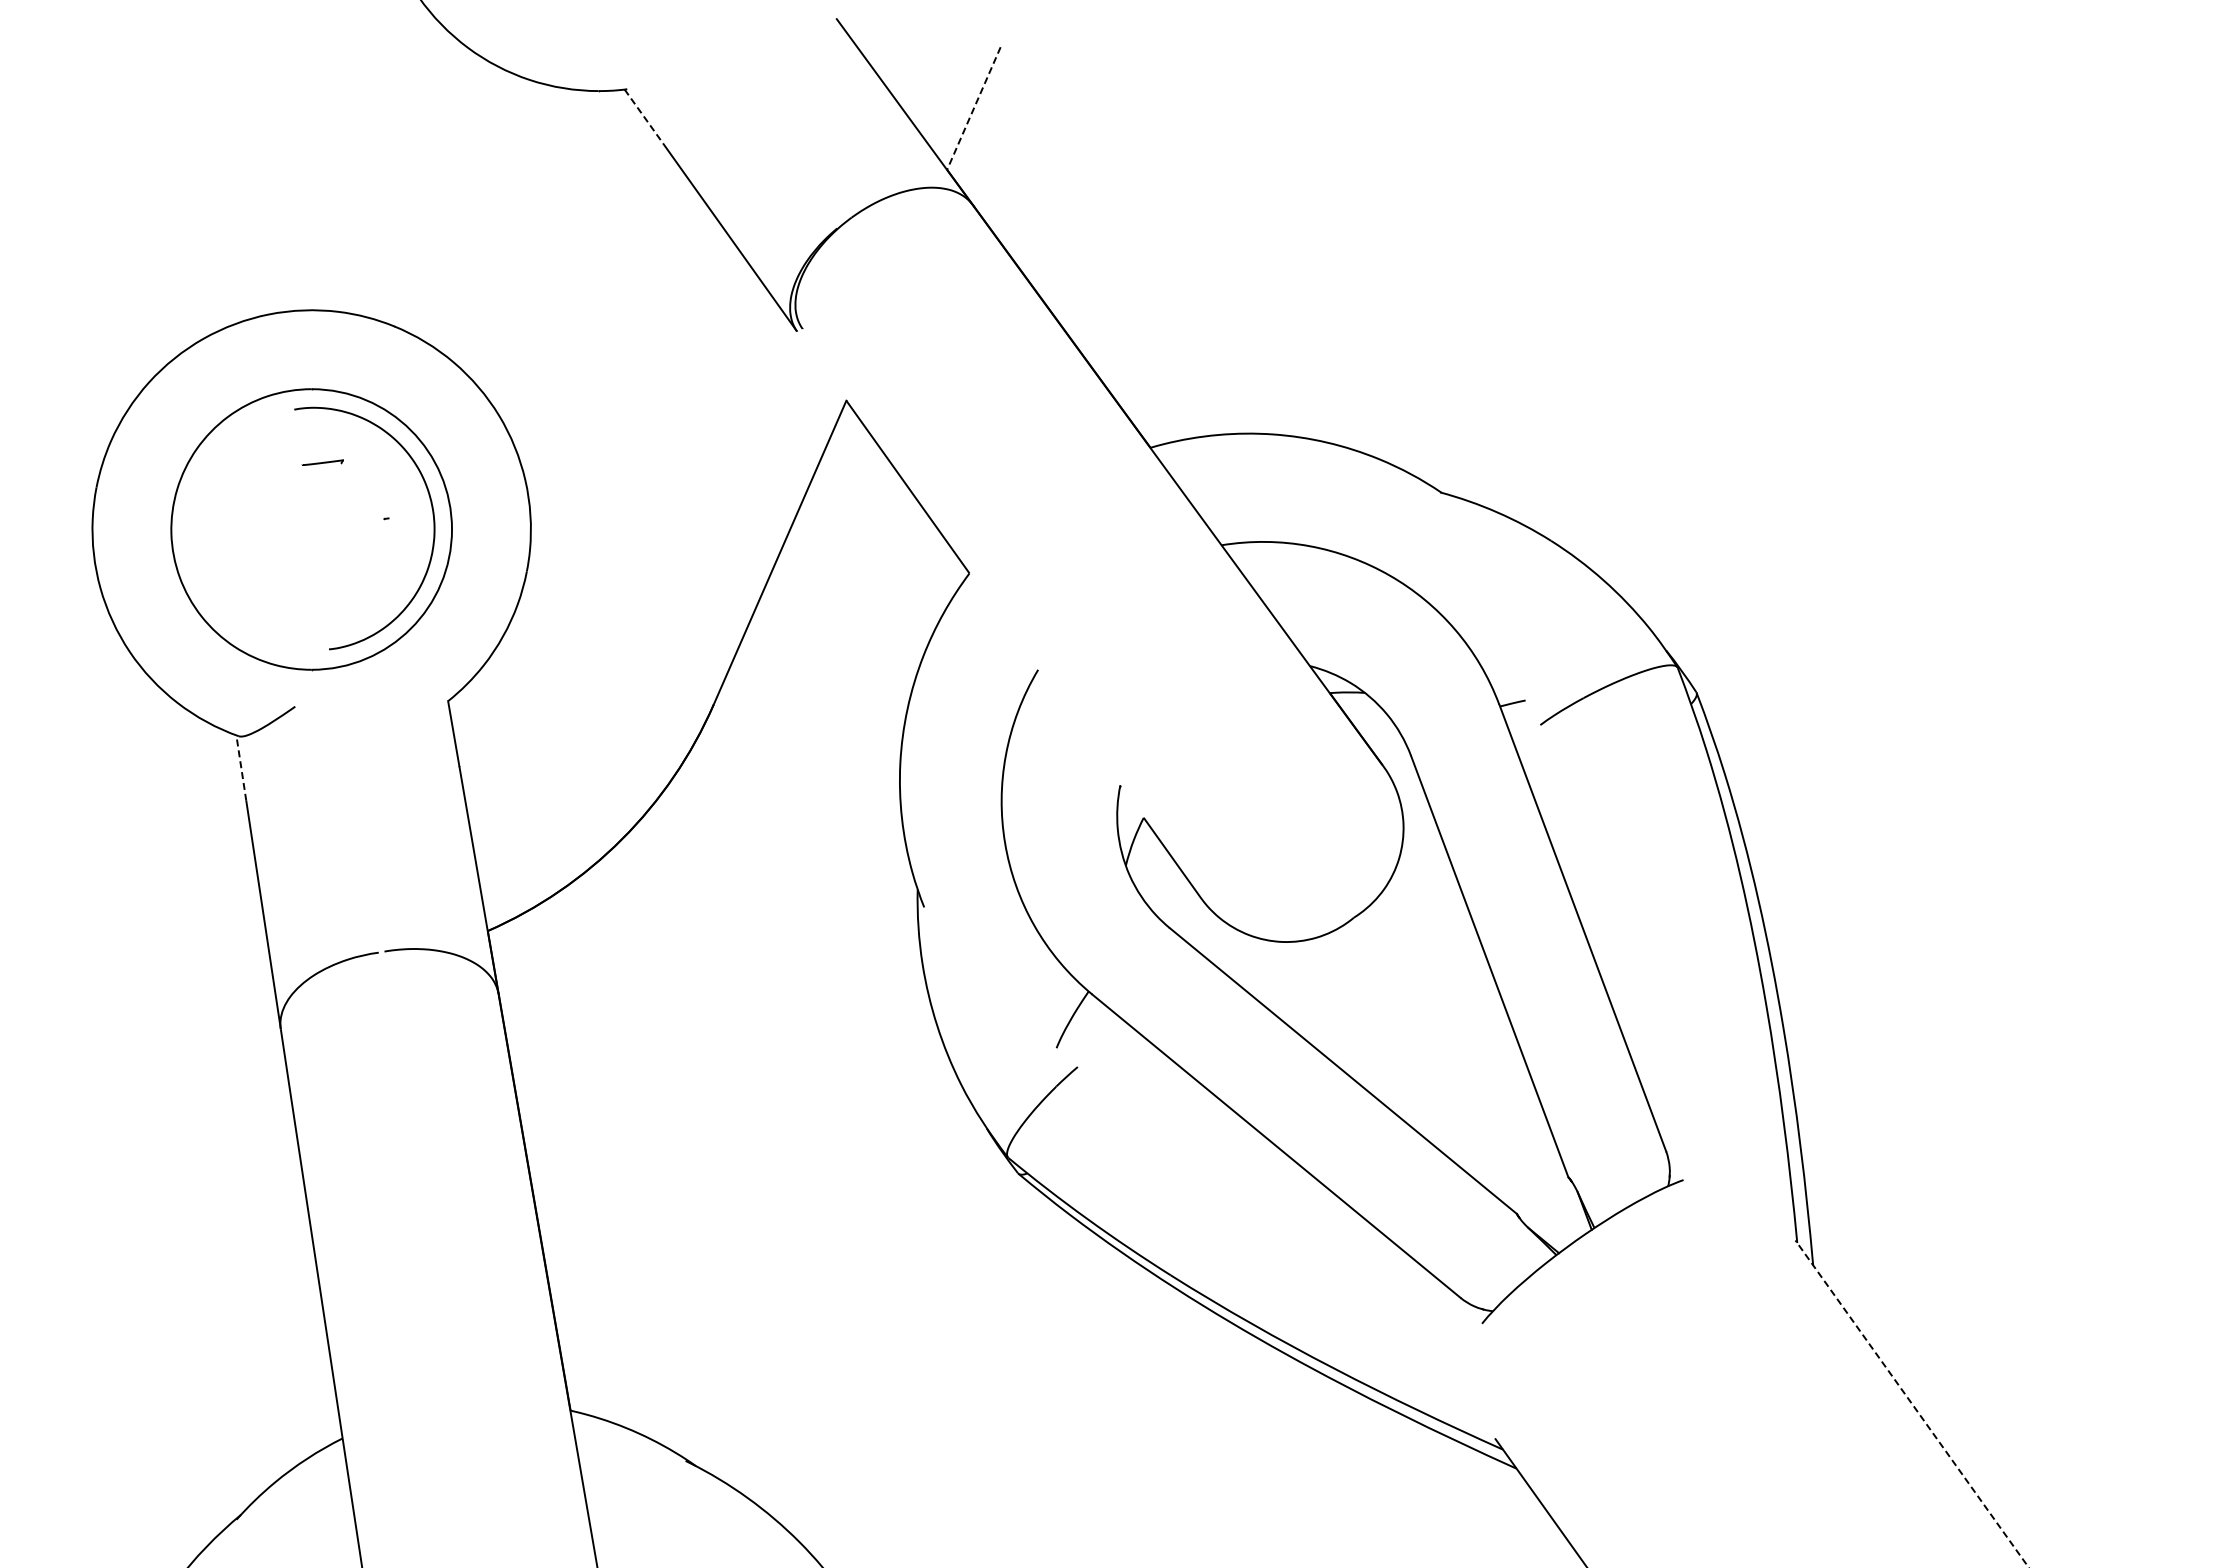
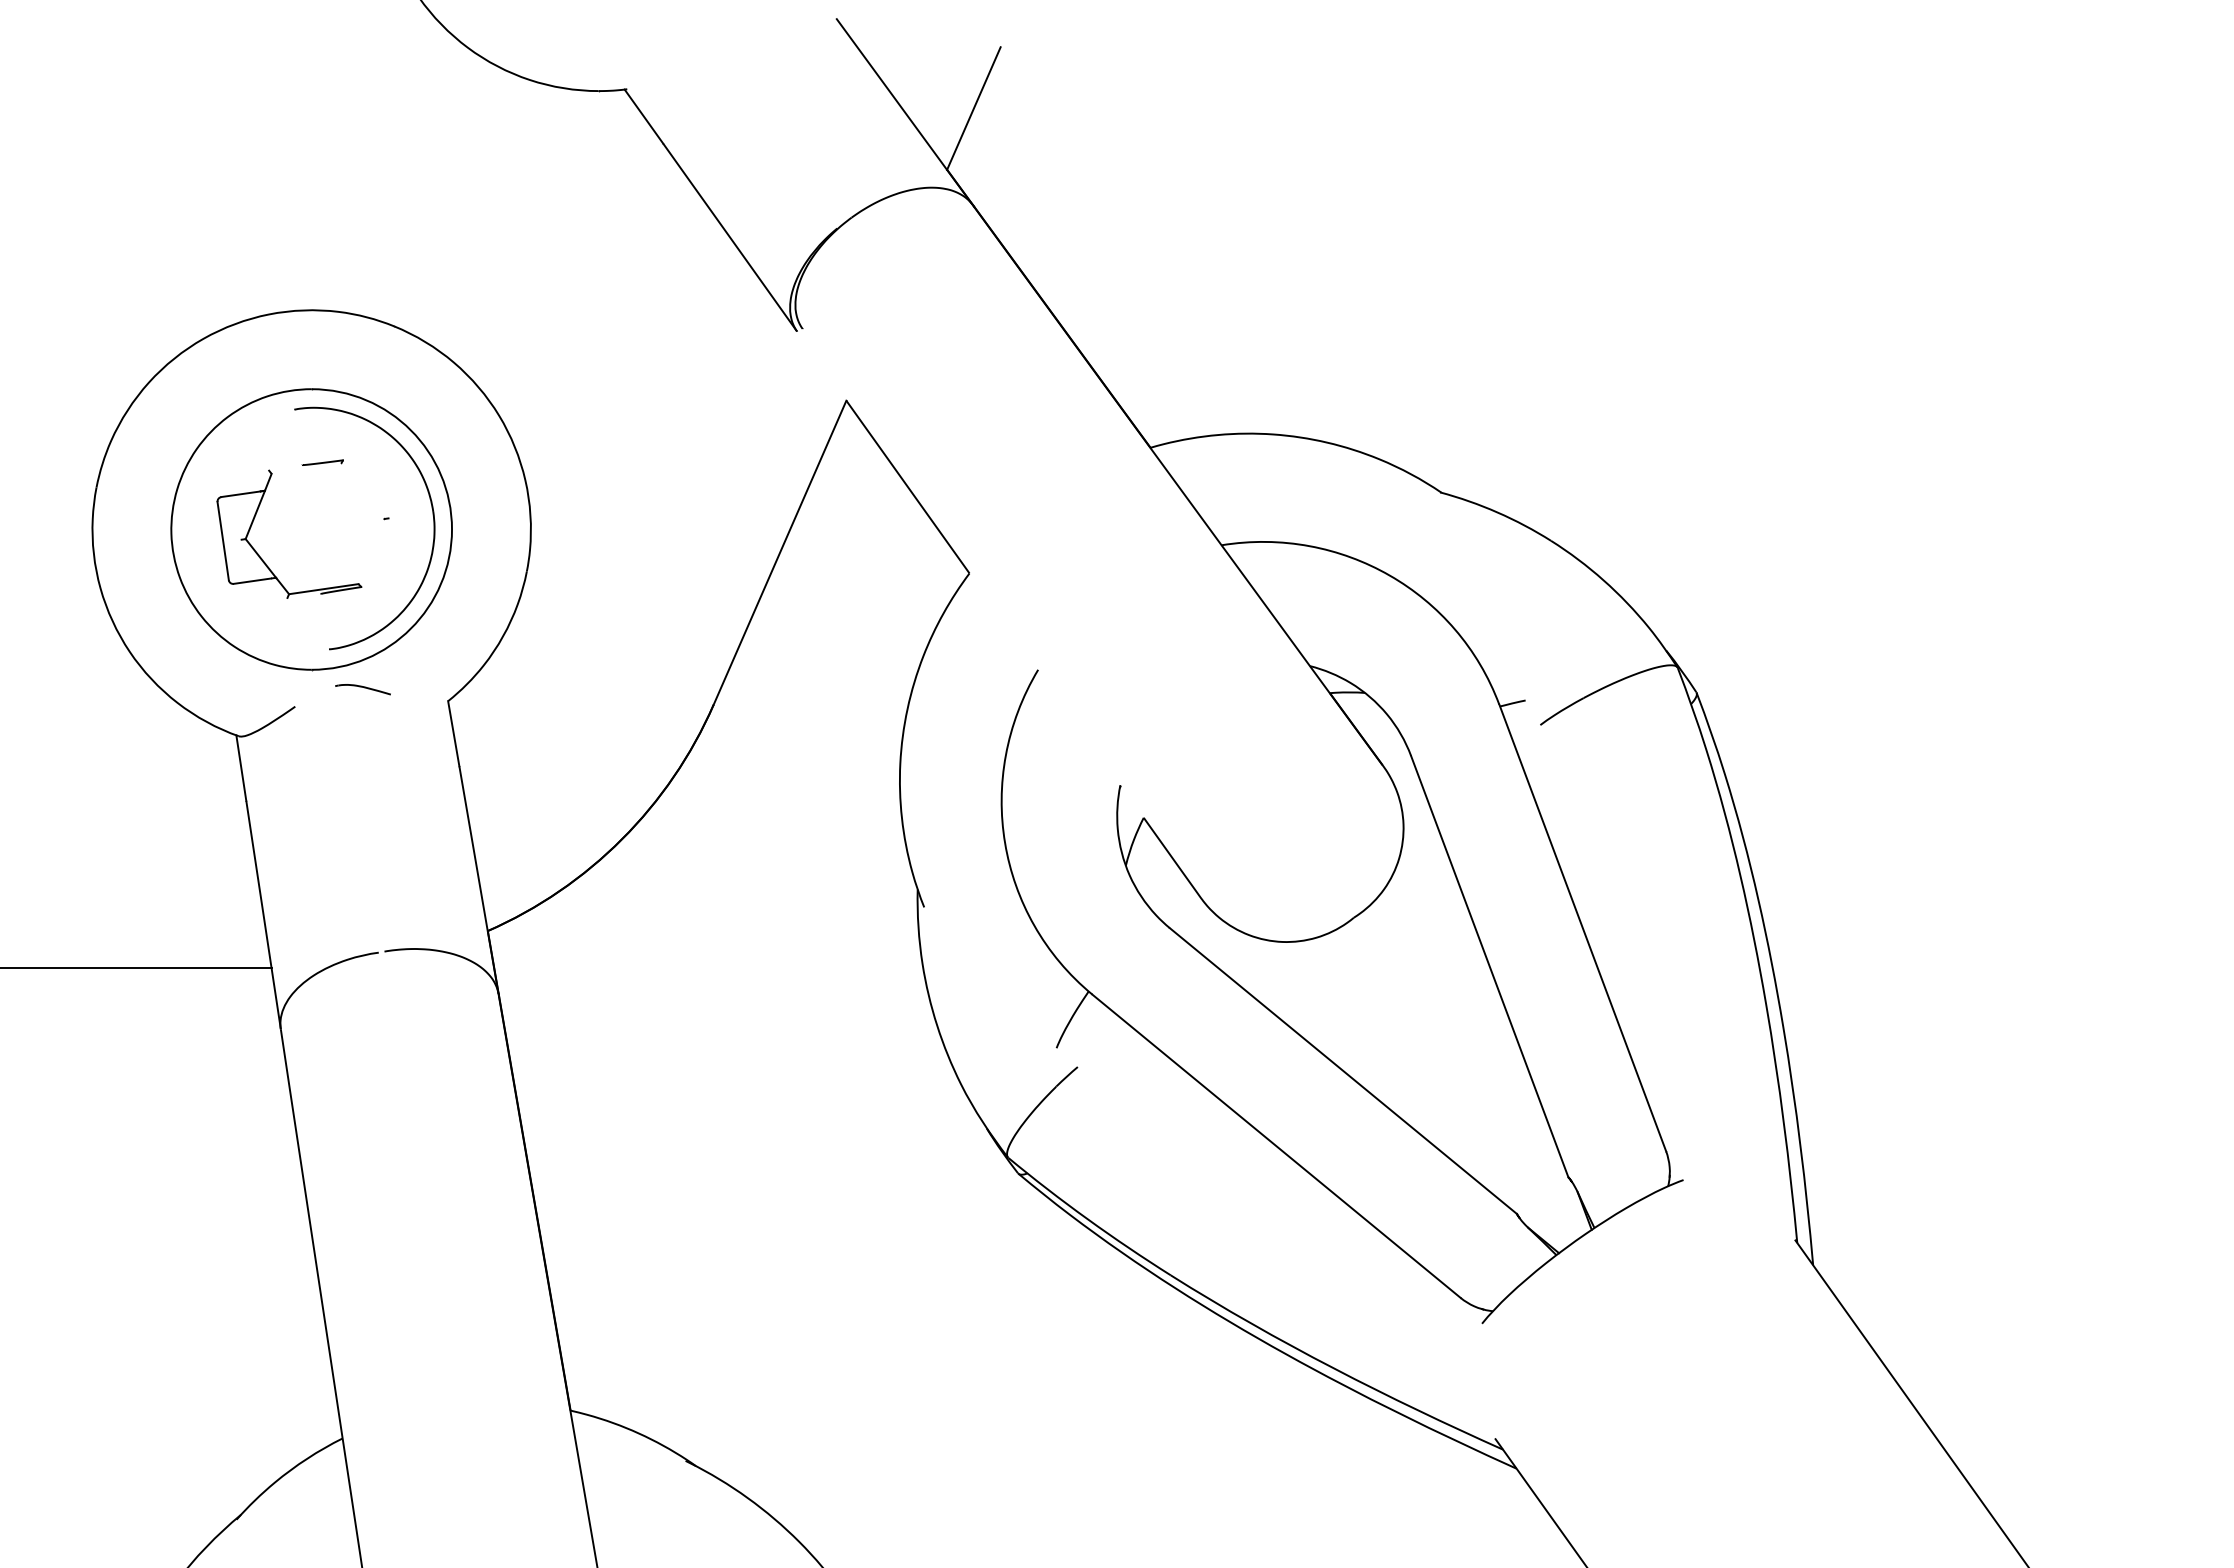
line at (973, 108): dashed -> solid
line at (644, 116): dashed -> solid
part at (262, 558): none -> present
part at (362, 689): none -> present
line at (241, 767): dashed -> solid
line at (136, 967): none -> present
line at (1912, 1404): dashed -> solid
